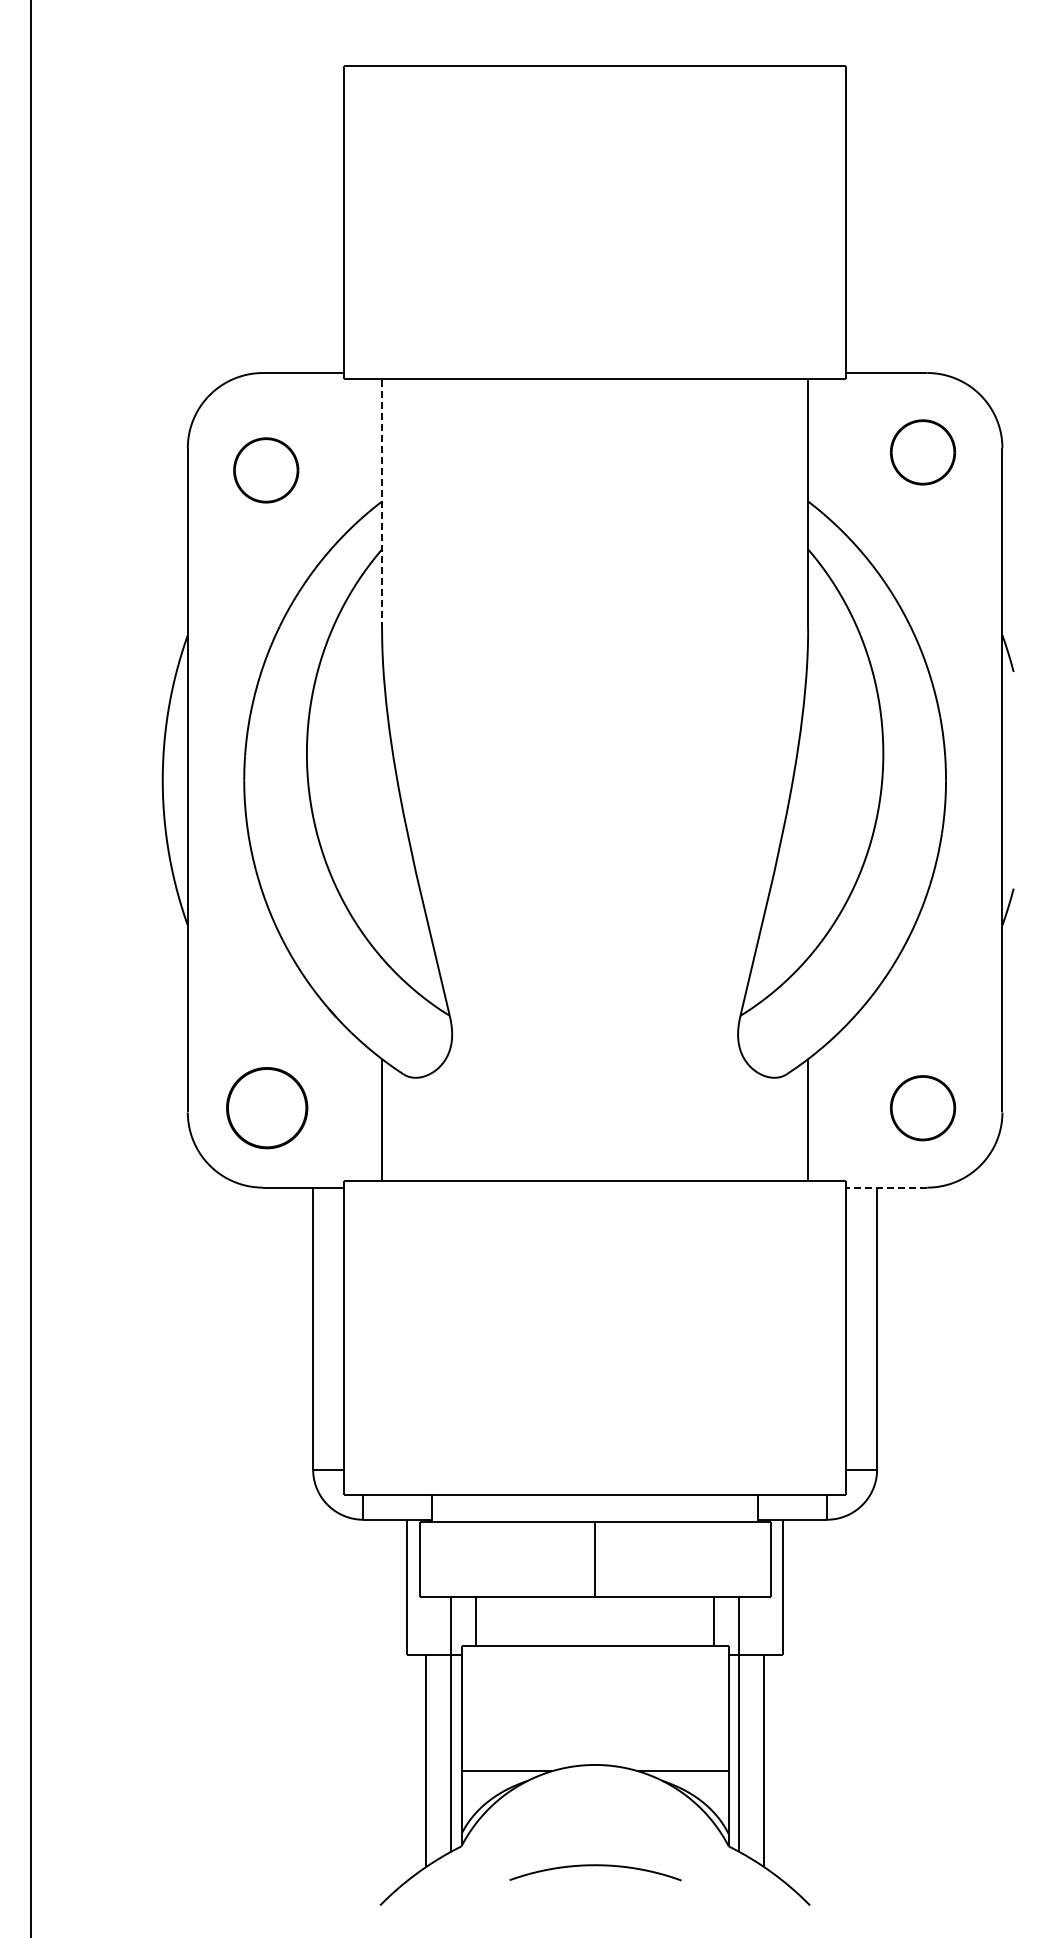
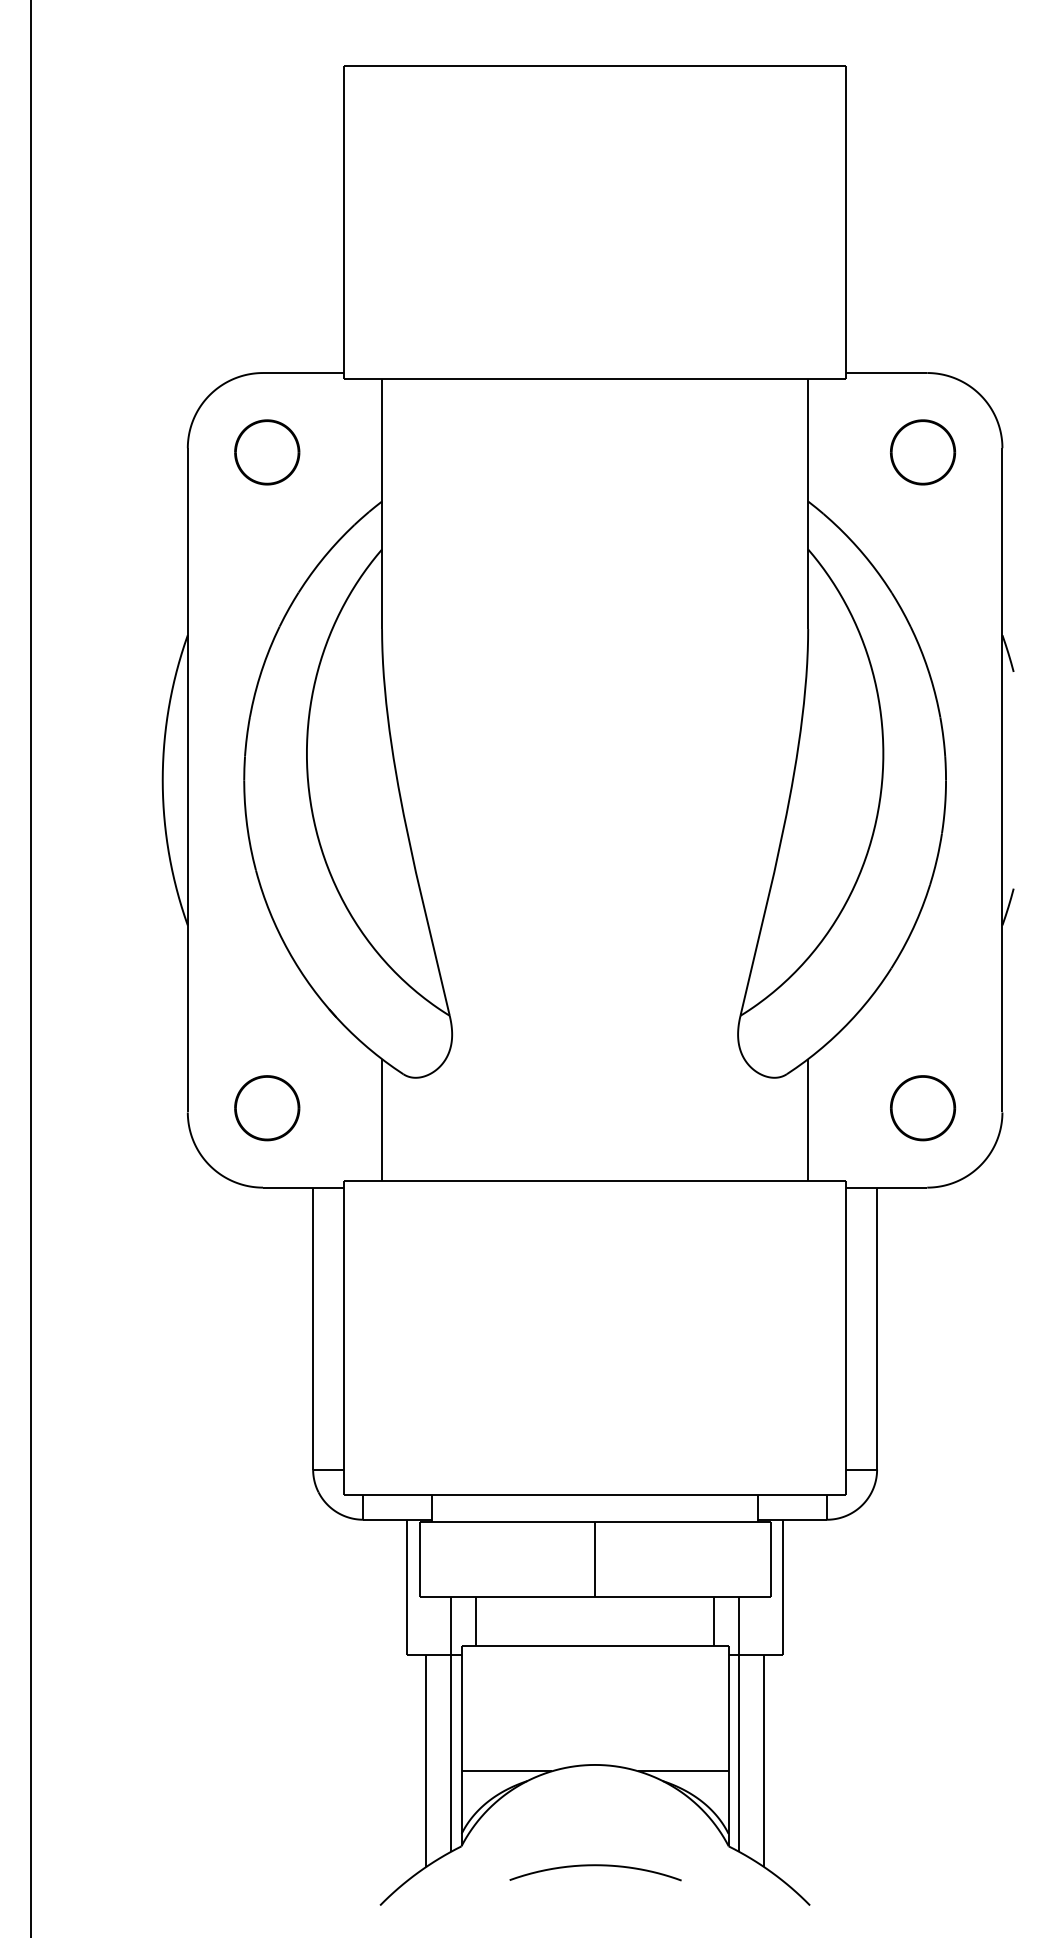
part at (266, 470) position: (266, 470) -> (267, 452)
line at (382, 504): dashed -> solid
part at (267, 1108) size: 83x83 px -> 67x67 px
line at (886, 1187): dashed -> solid
